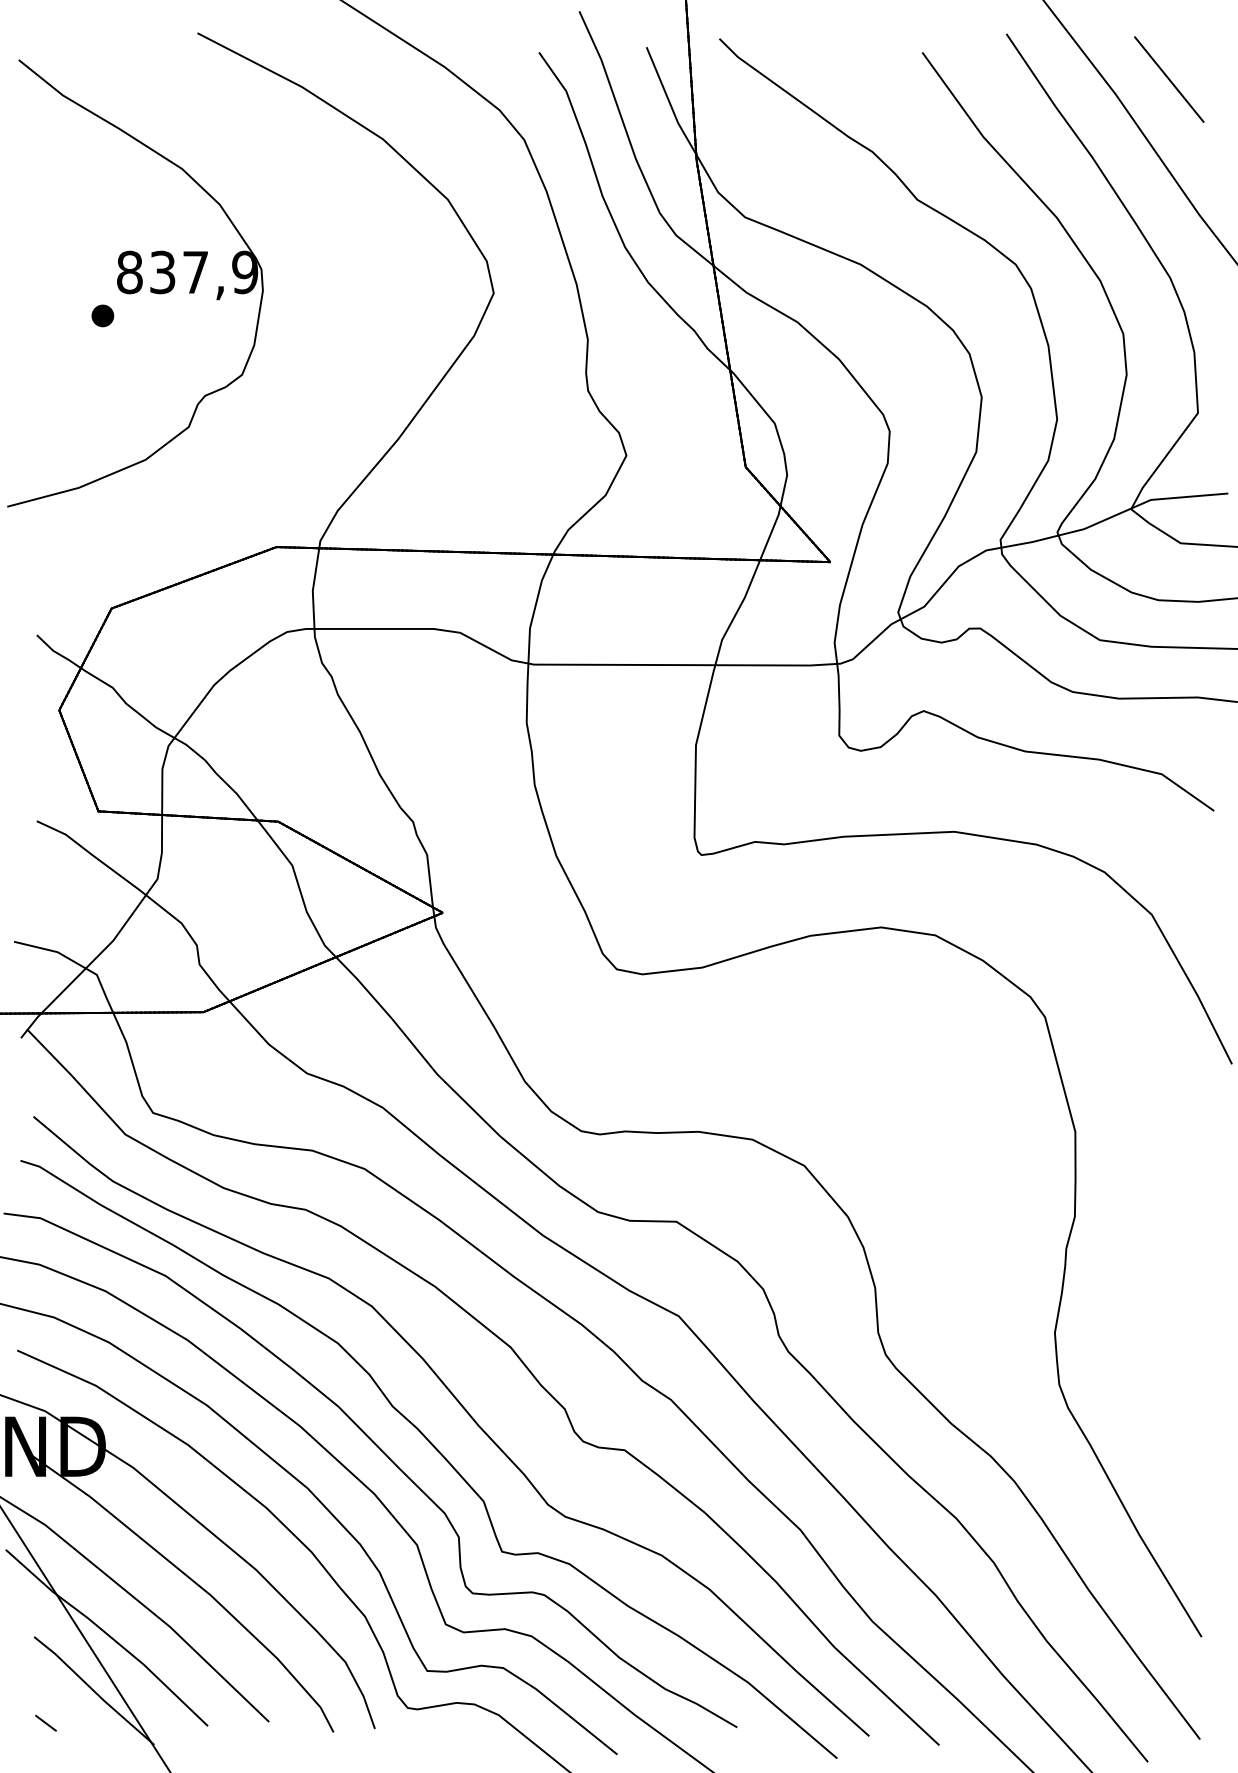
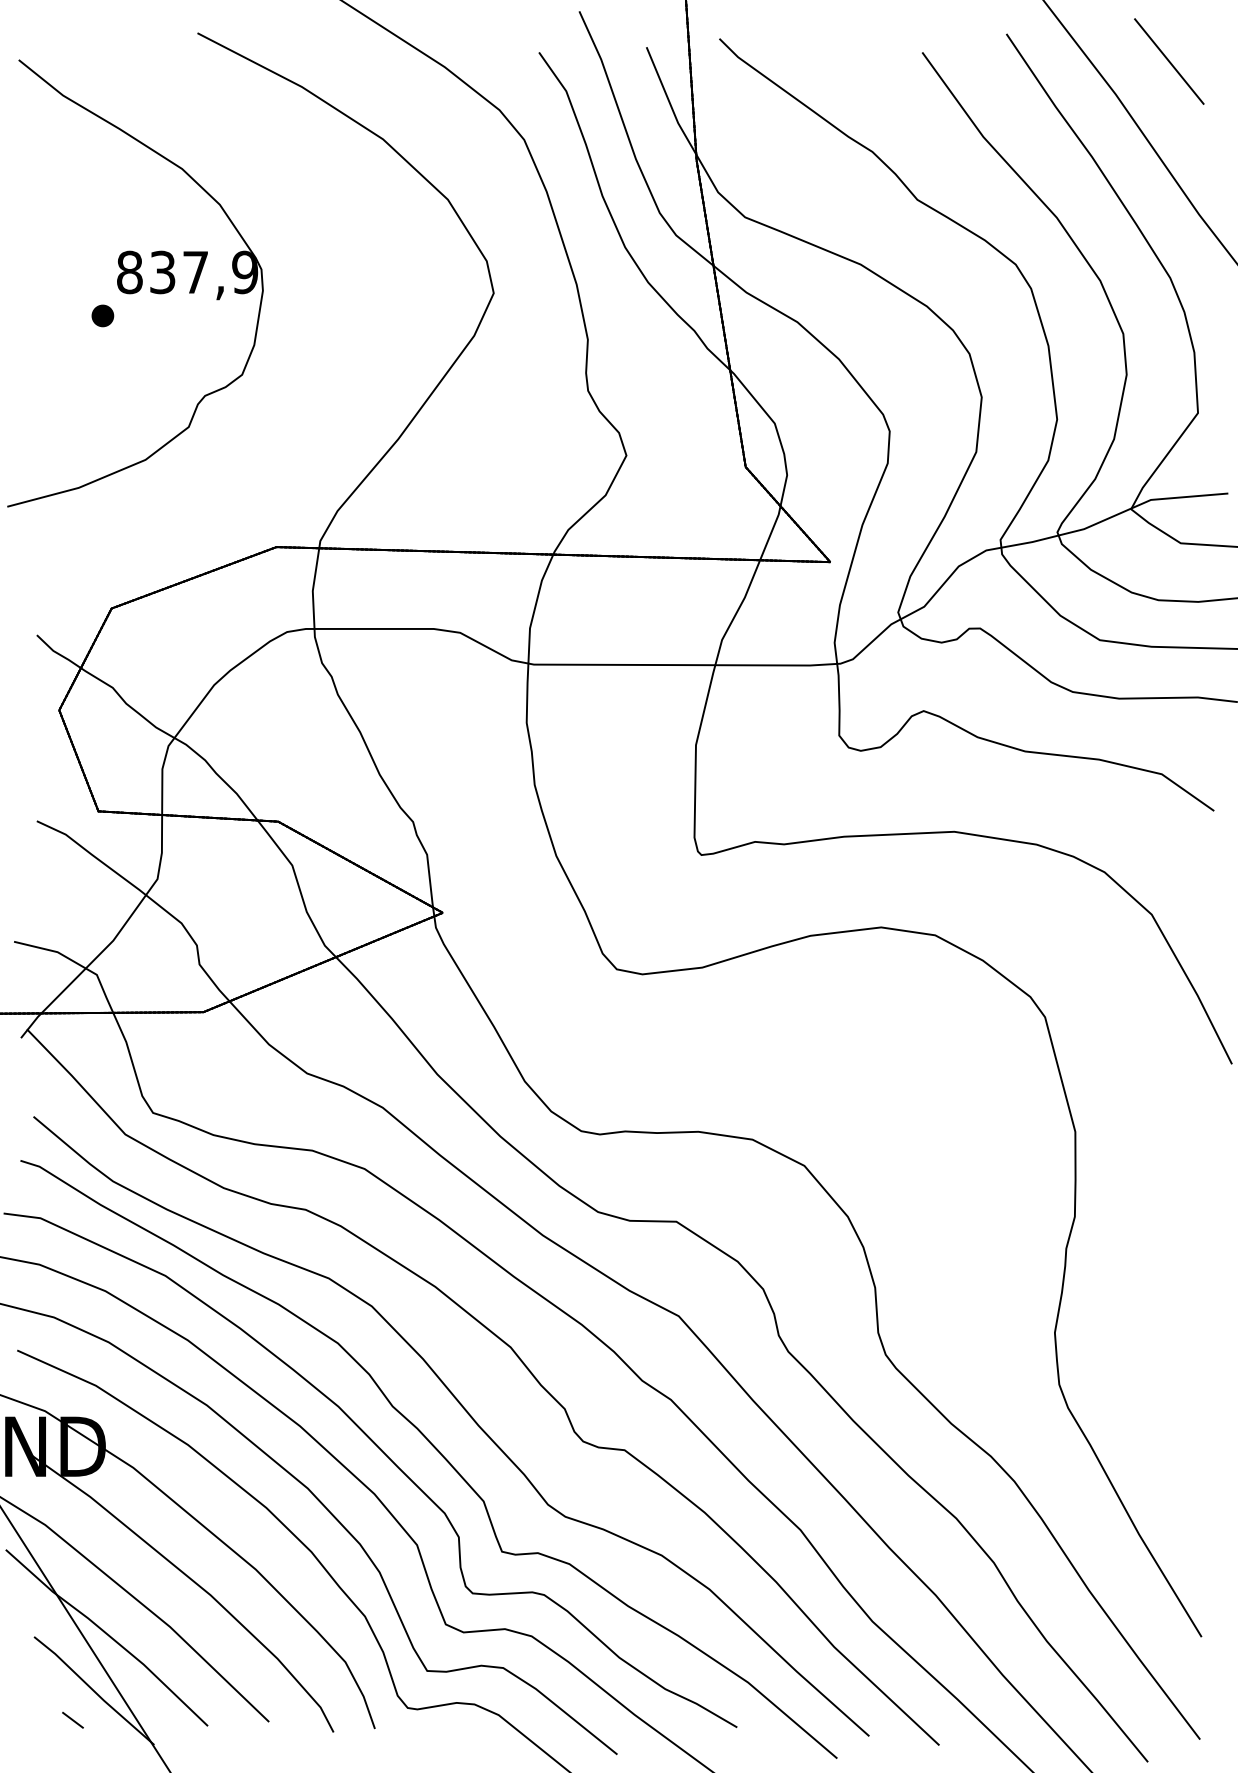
line at (1169, 79) position: (1169, 79) -> (1169, 61)
line at (45, 1723) position: (45, 1723) -> (72, 1720)
